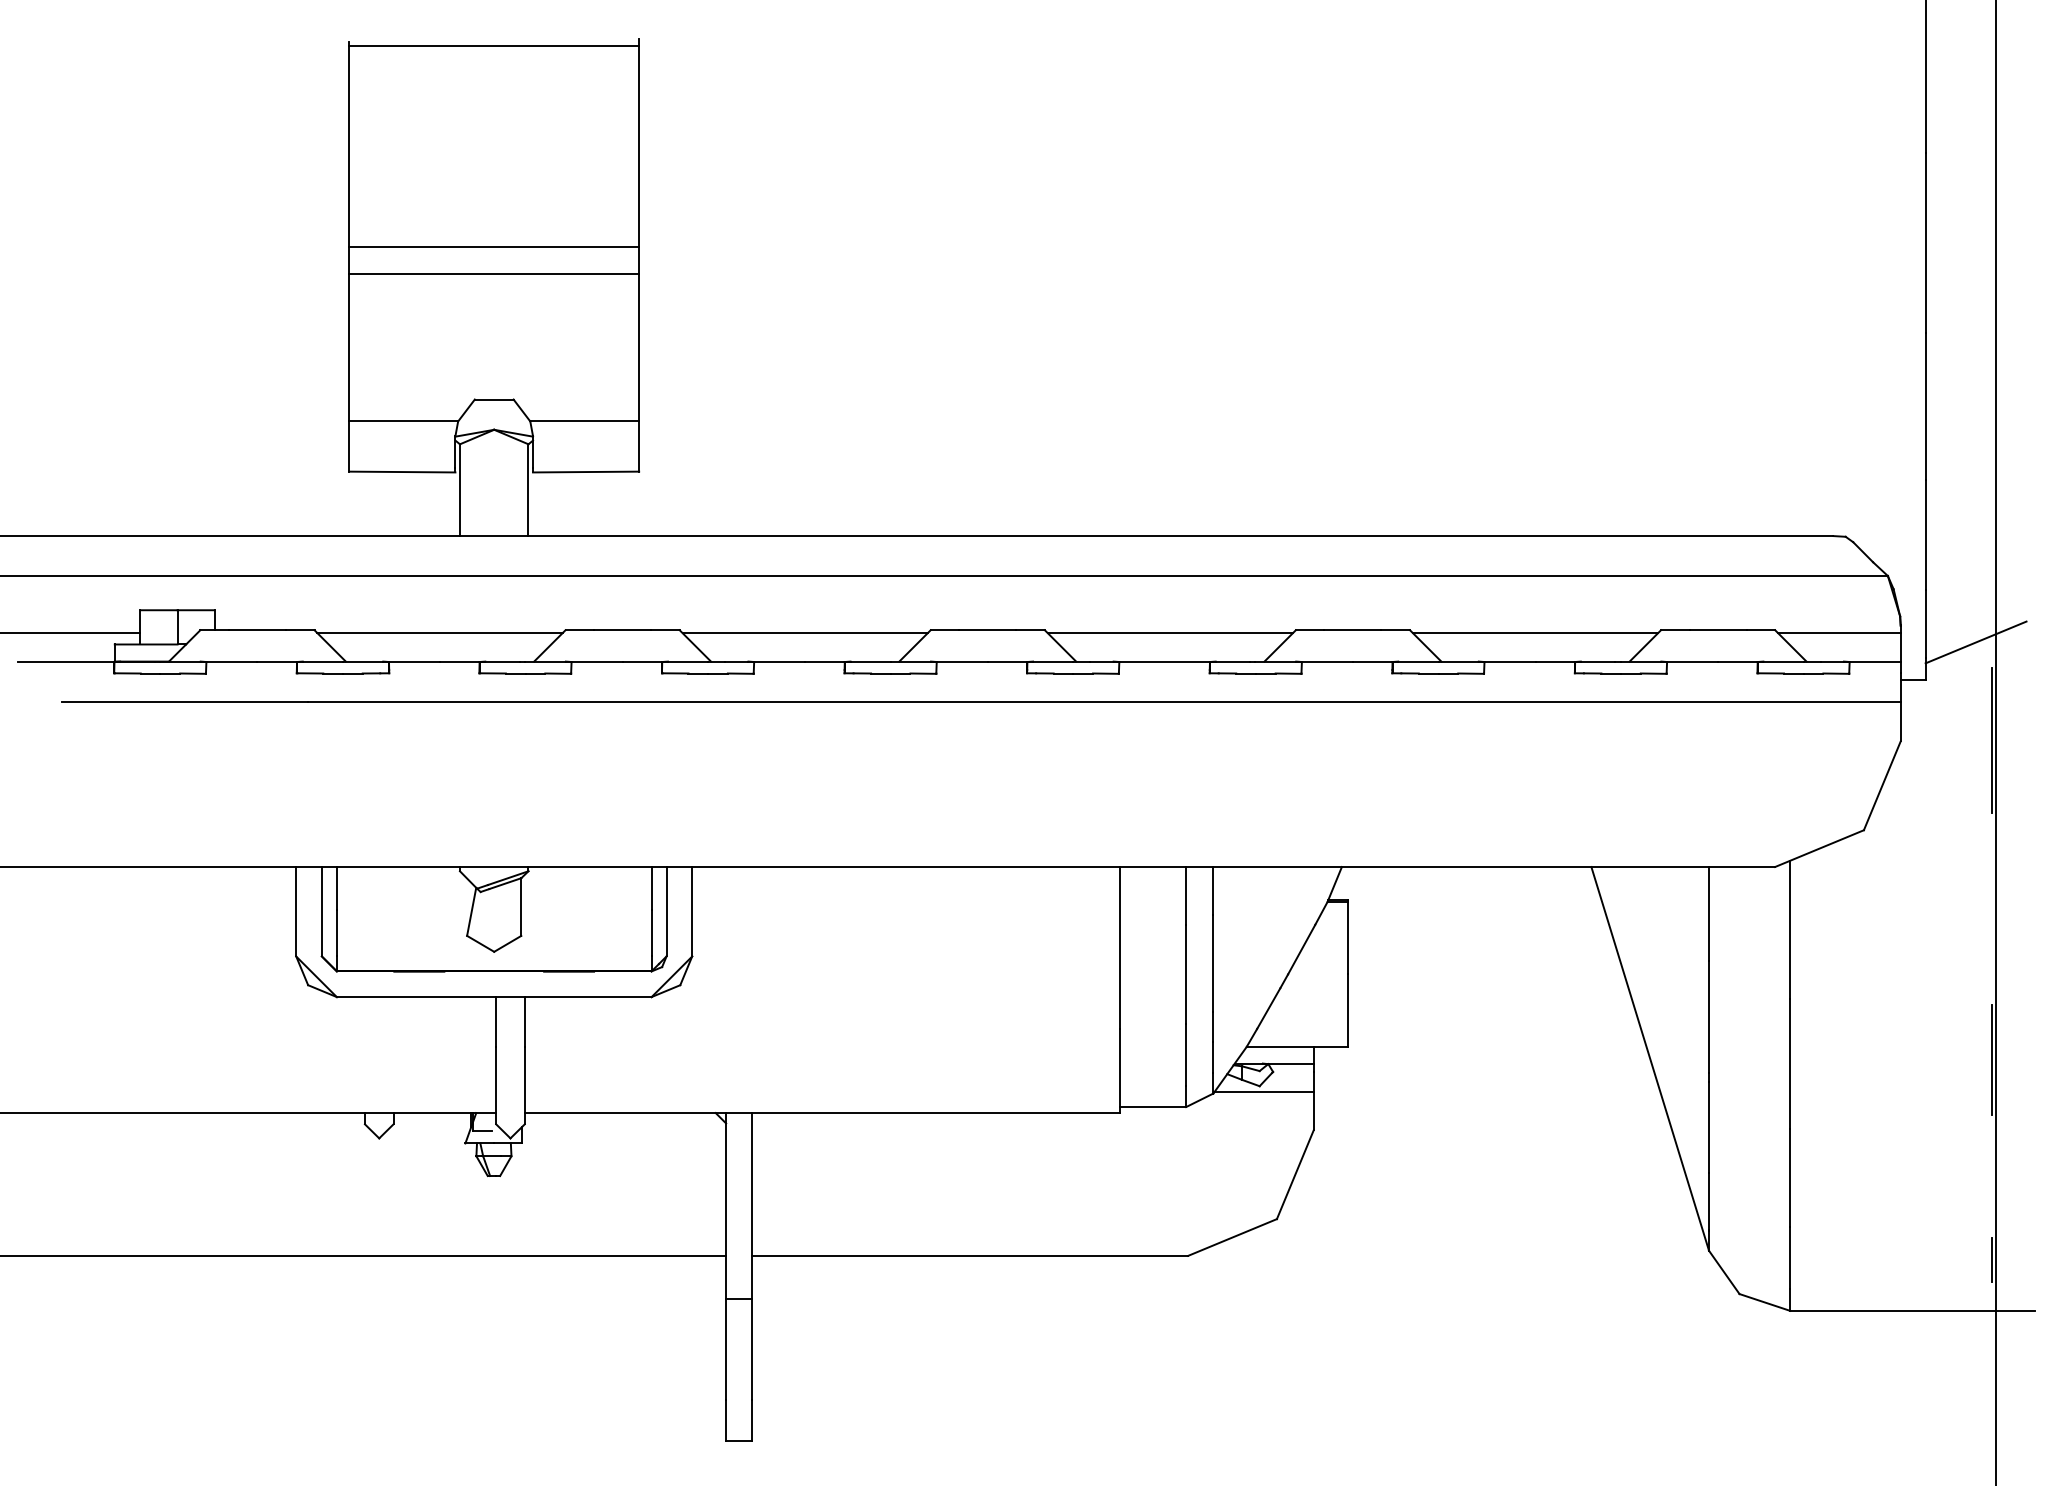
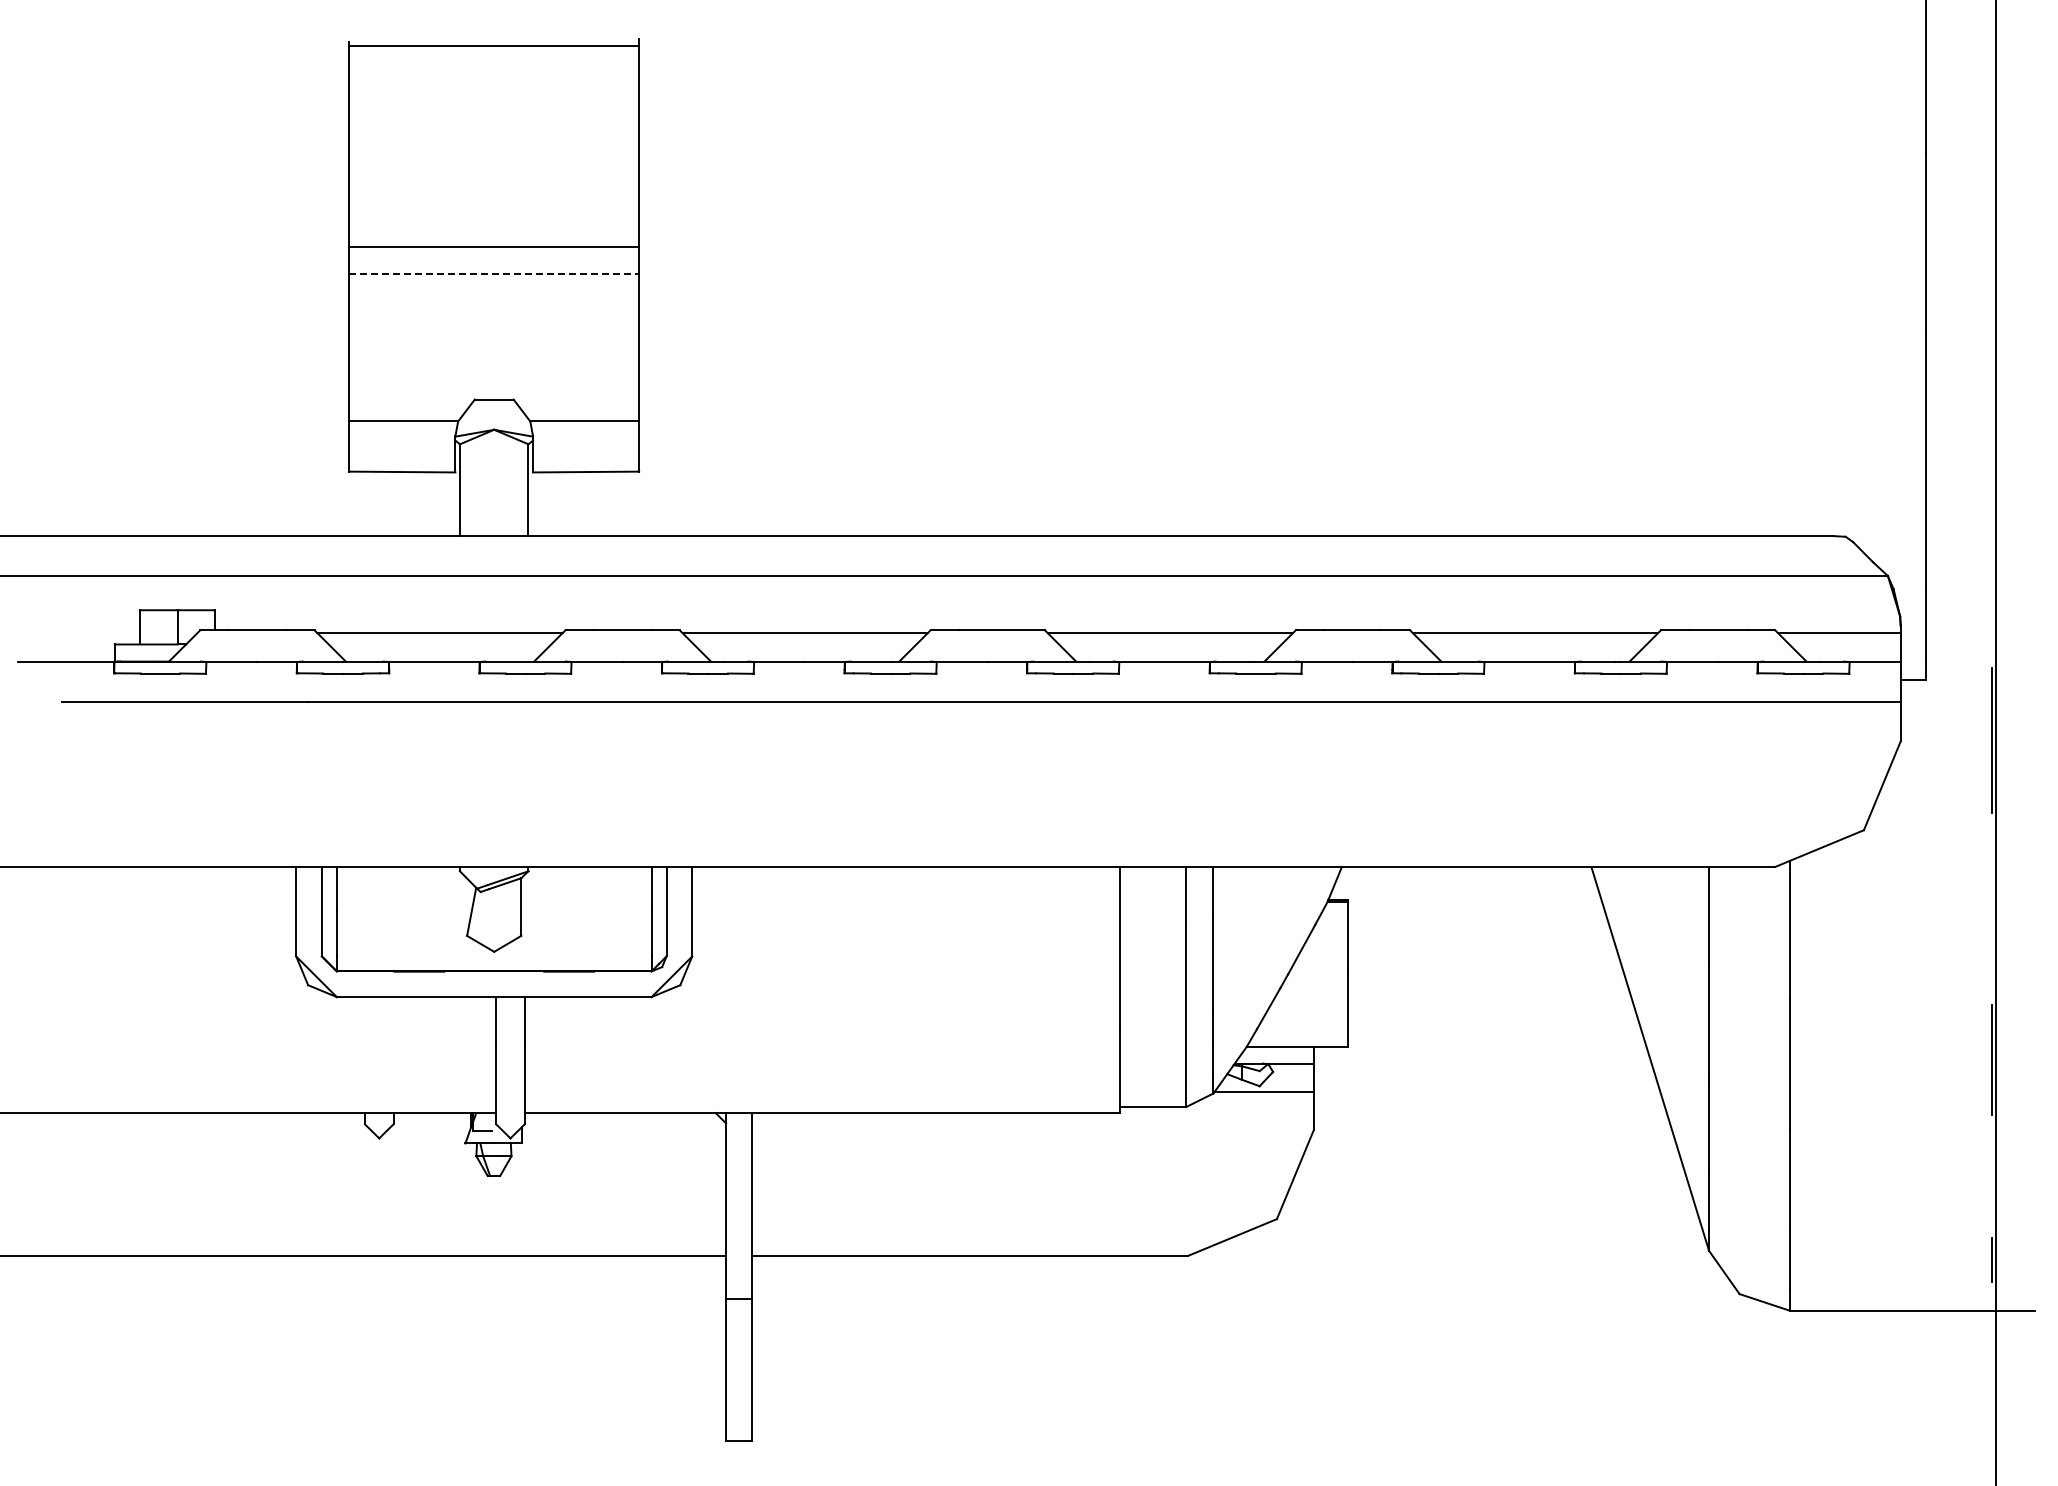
line at (494, 273): solid -> dashed
line at (71, 633): present -> none
line at (1975, 642): present -> none
